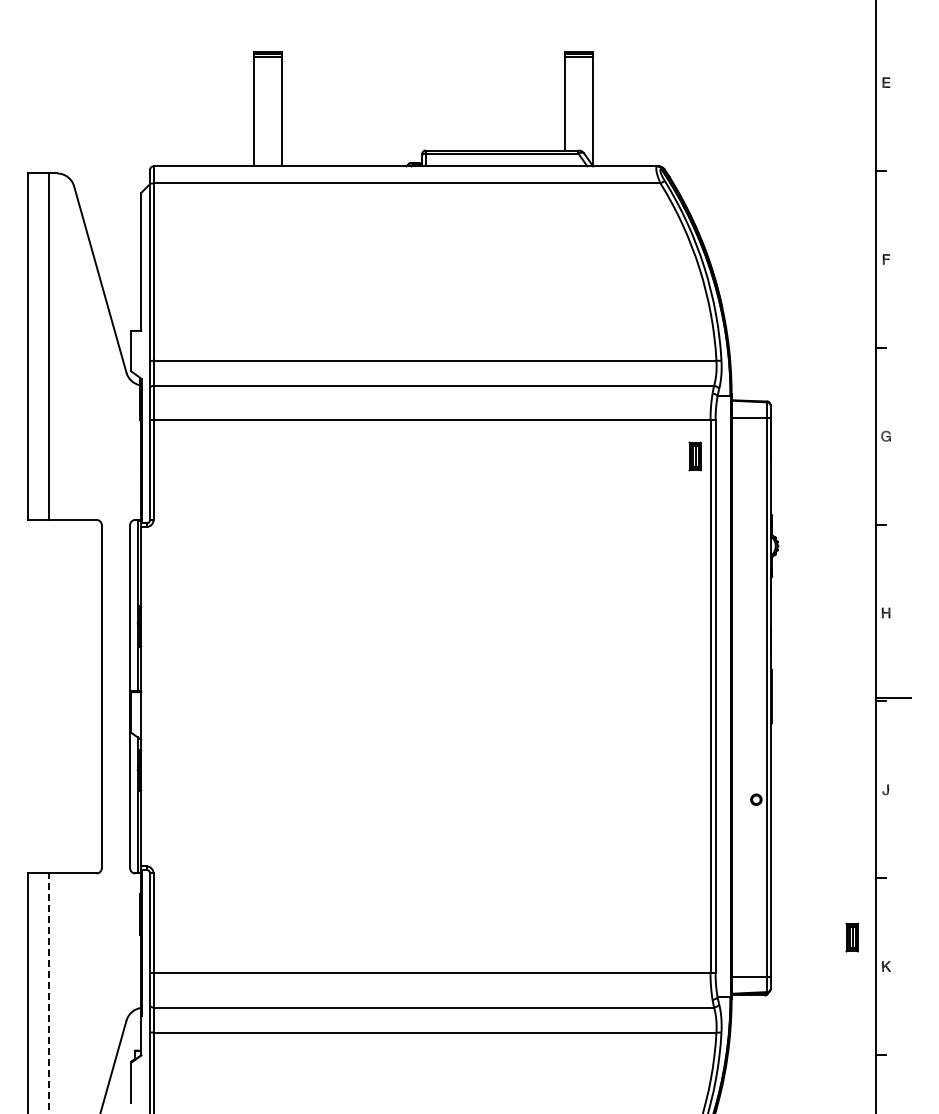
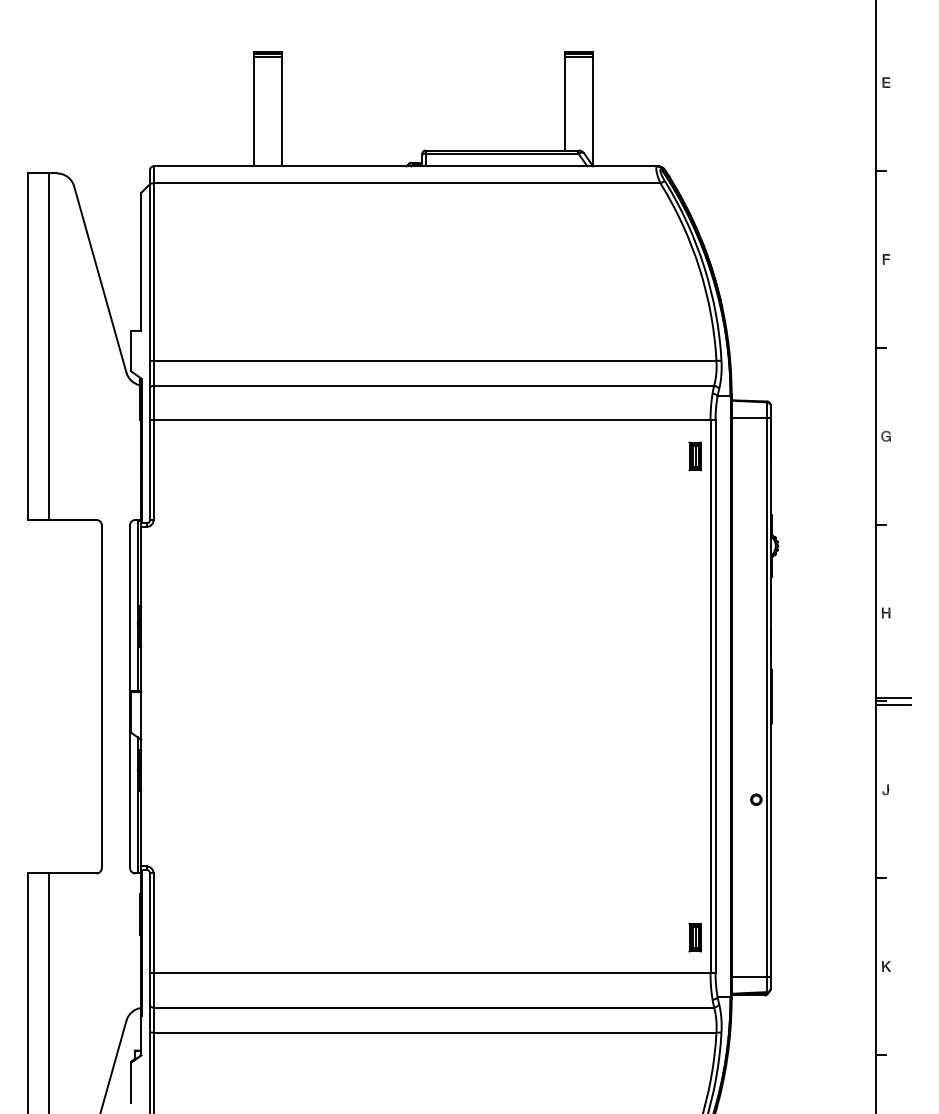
line at (892, 704): none -> present
part at (851, 937) position: (851, 937) -> (694, 937)
line at (49, 993): dashed -> solid
